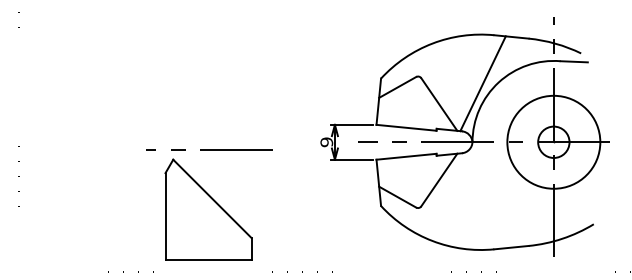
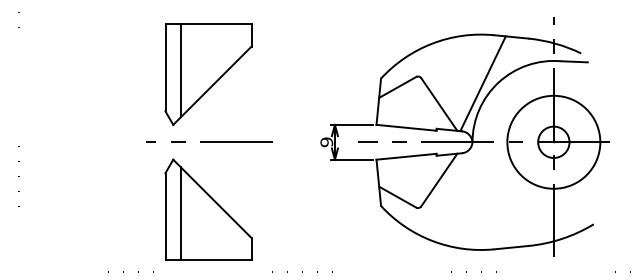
part at (208, 74): none -> present
line at (209, 149) position: (209, 149) -> (209, 141)
line at (181, 213): none -> present
